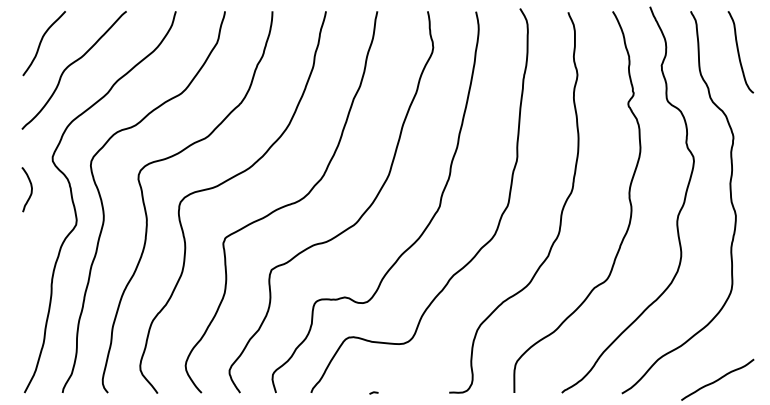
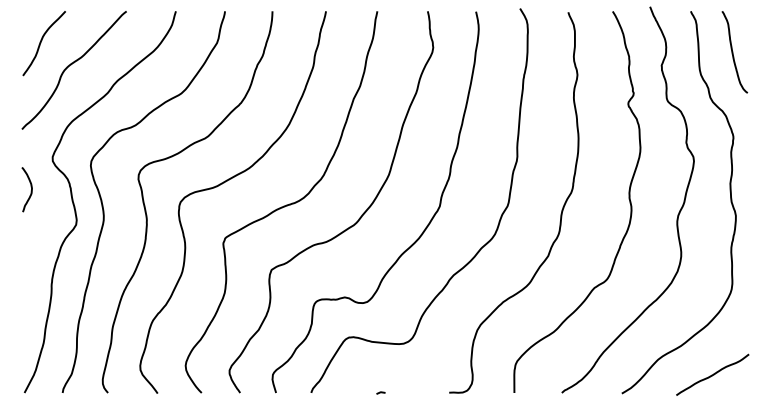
curve at (739, 52) position: (739, 52) -> (733, 52)
curve at (717, 379) position: (717, 379) -> (712, 374)
line at (373, 392) position: (373, 392) -> (380, 392)
